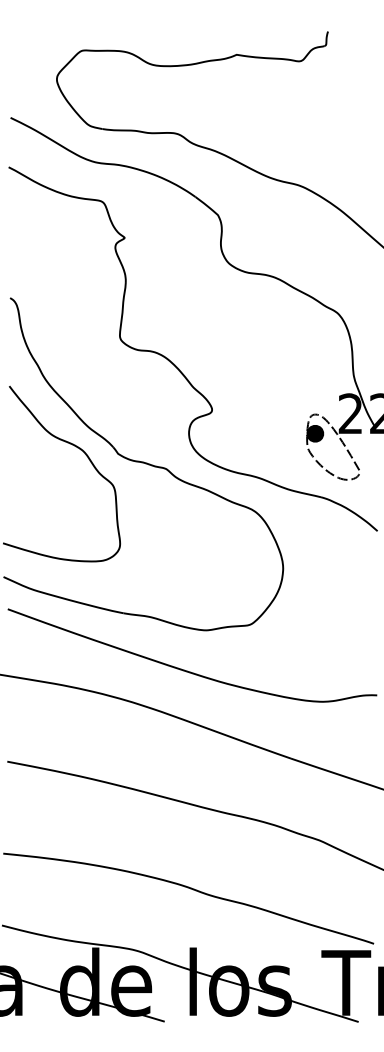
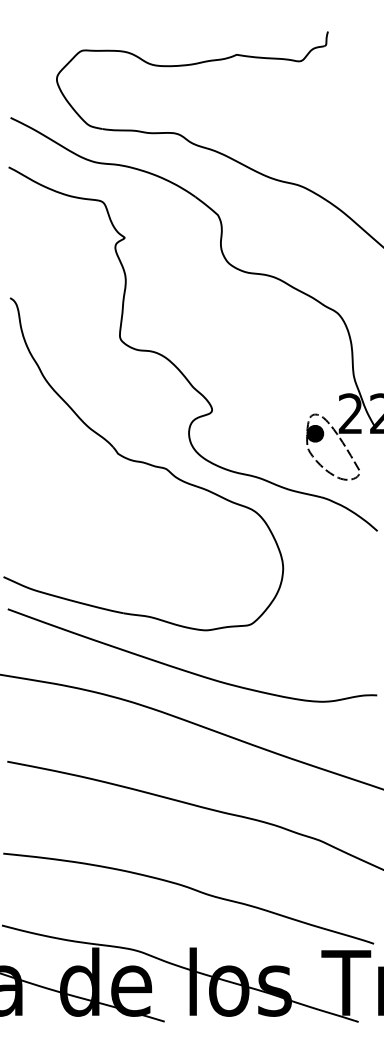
curve at (77, 448): present -> none
